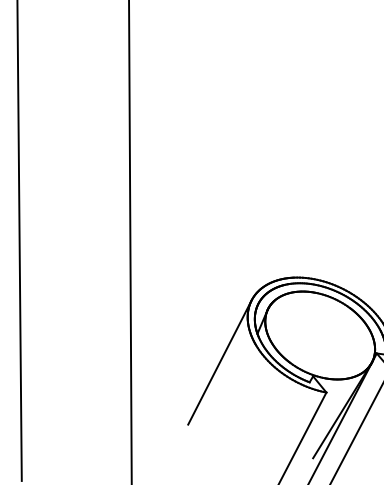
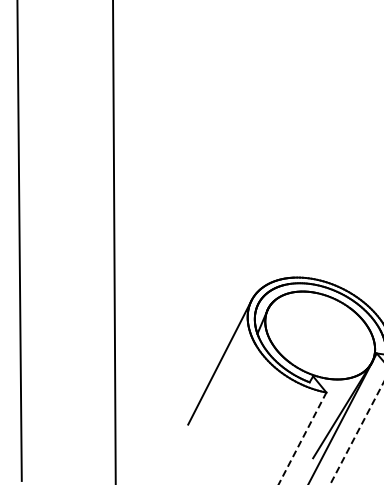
line at (130, 241) position: (130, 241) -> (114, 241)
line at (357, 433): solid -> dashed
line at (302, 438): solid -> dashed
